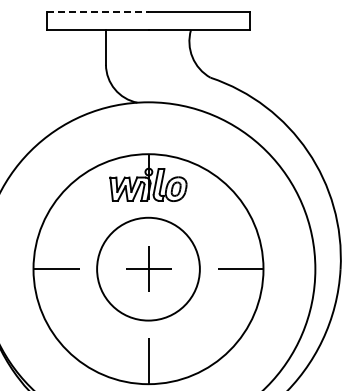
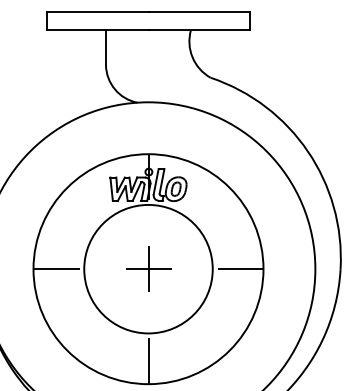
line at (97, 11): dashed -> solid
circle at (148, 268) diameter: 103 px -> 129 px
